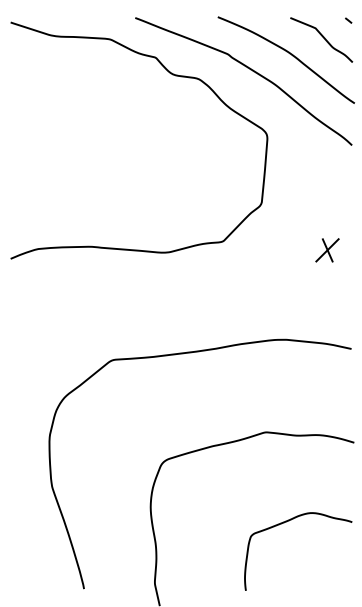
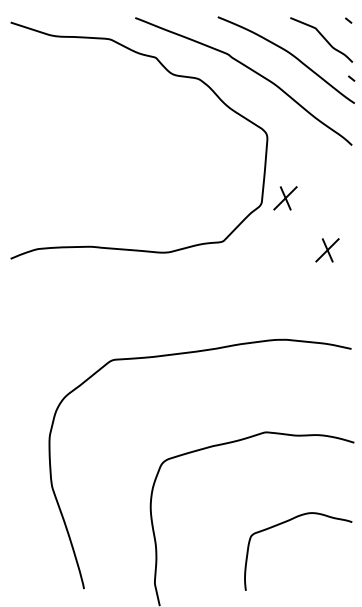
line at (351, 78): none -> present
part at (285, 198): none -> present
